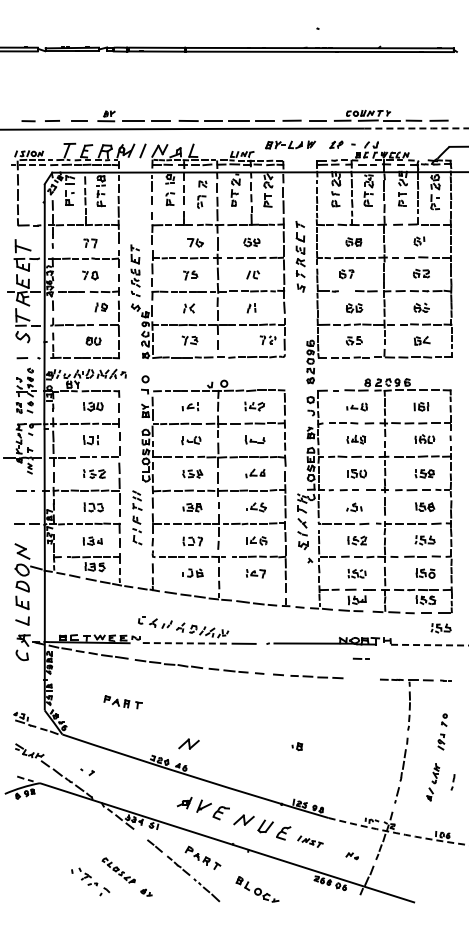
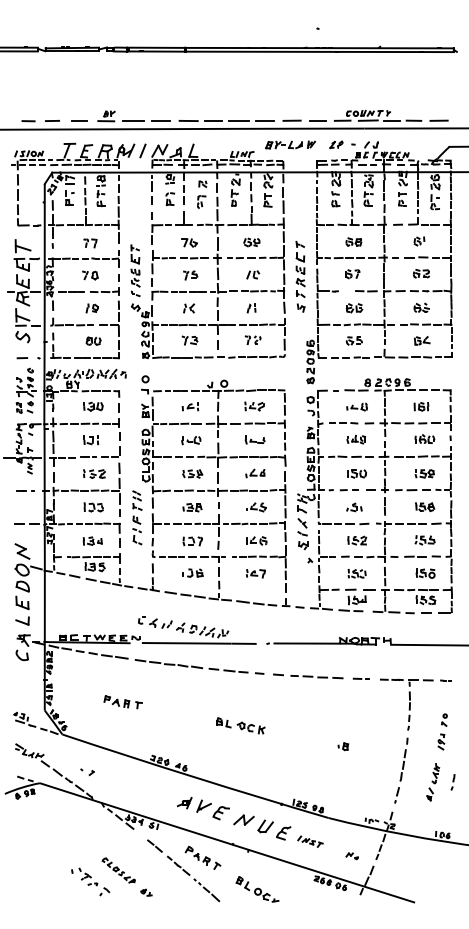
arc at (416, 128): dashed -> solid
part at (195, 242) position: (195, 242) -> (189, 242)
part at (300, 256) position: (300, 256) -> (300, 276)
part at (346, 274) position: (346, 274) -> (352, 274)
part at (100, 307) position: (100, 307) -> (91, 308)
part at (267, 340) position: (267, 340) -> (252, 340)
part at (440, 628): present -> none
line at (186, 643): dashed -> solid
line at (429, 645): dashed -> solid
line at (360, 658) position: (360, 658) -> (360, 678)
part at (240, 725): none -> present
part at (188, 743): present -> none
part at (297, 746) position: (297, 746) -> (343, 746)
arc at (398, 833): dashed -> solid
